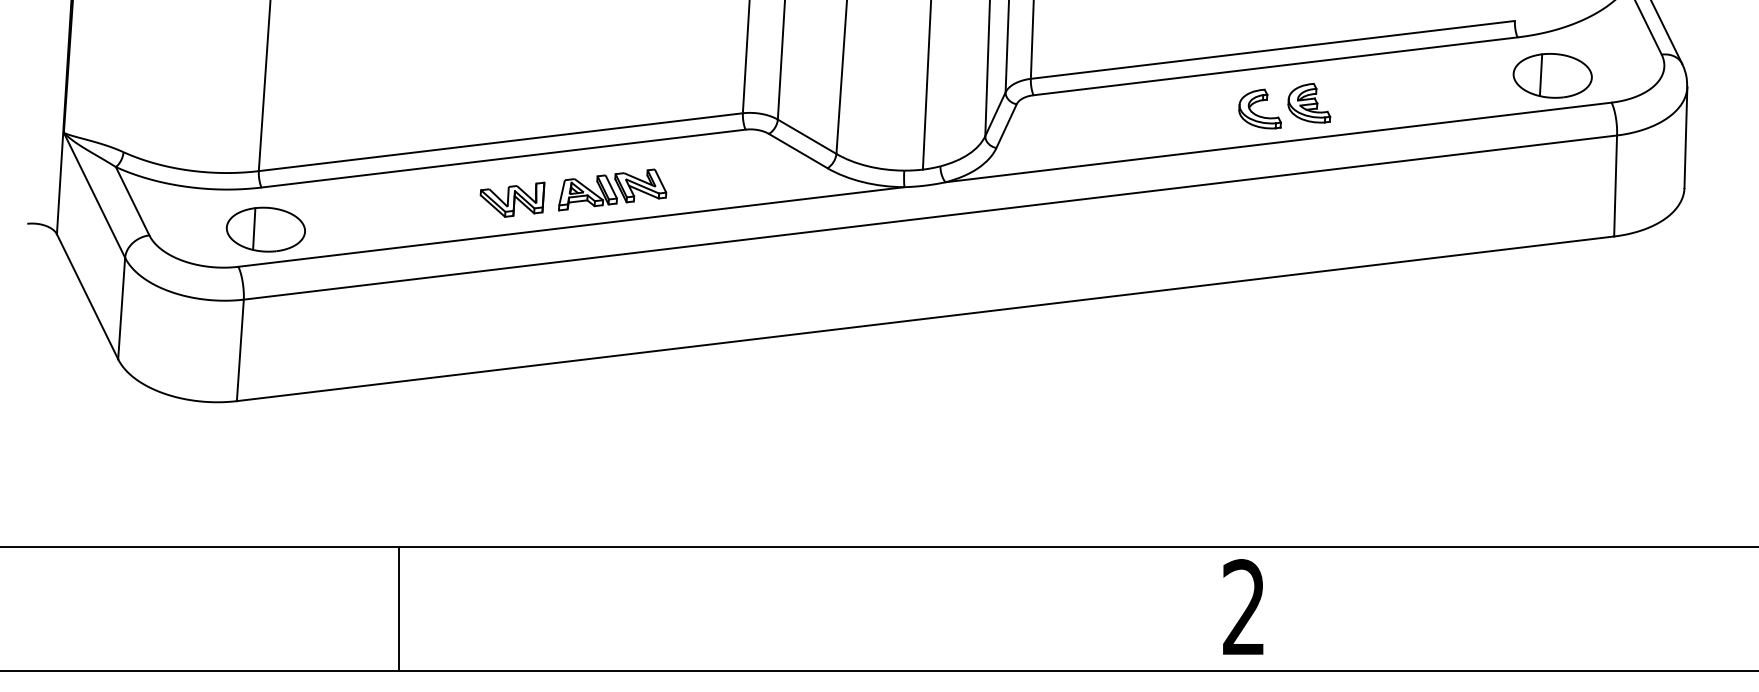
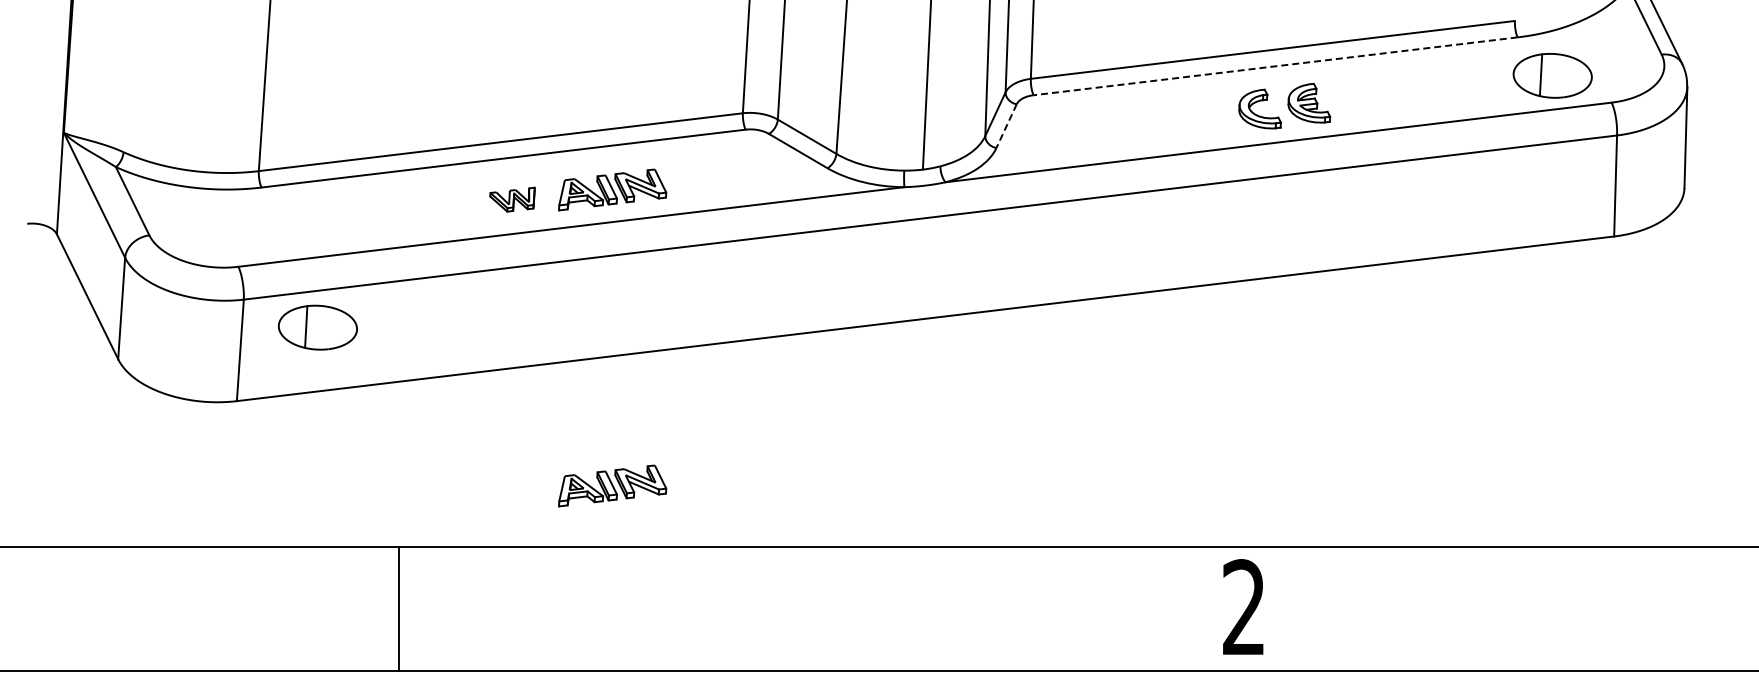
line at (1275, 66): solid -> dashed
line at (1006, 126): solid -> dashed
part at (512, 199) size: 67x37 px -> 47x27 px
part at (265, 229) position: (265, 229) -> (317, 327)
part at (612, 485): none -> present
